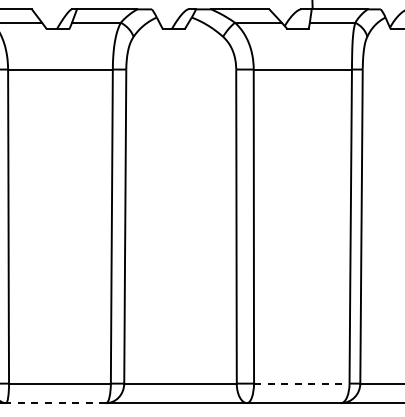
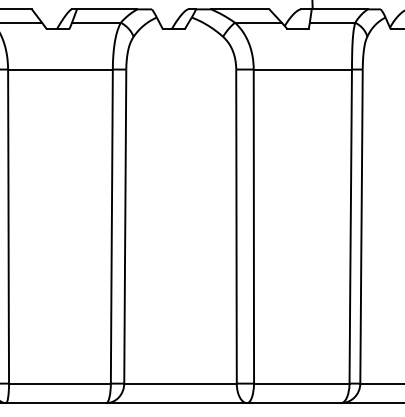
line at (301, 383): dashed -> solid
line at (55, 403): dashed -> solid
